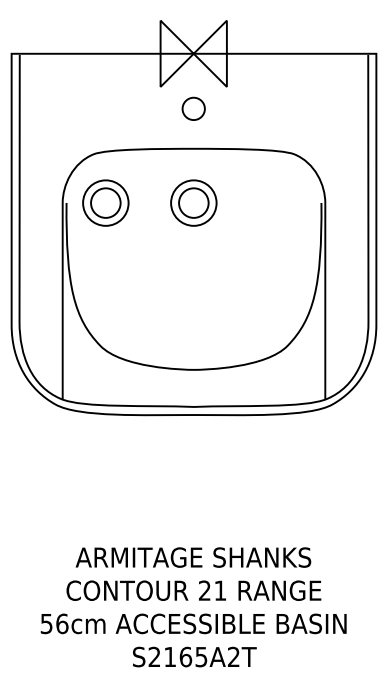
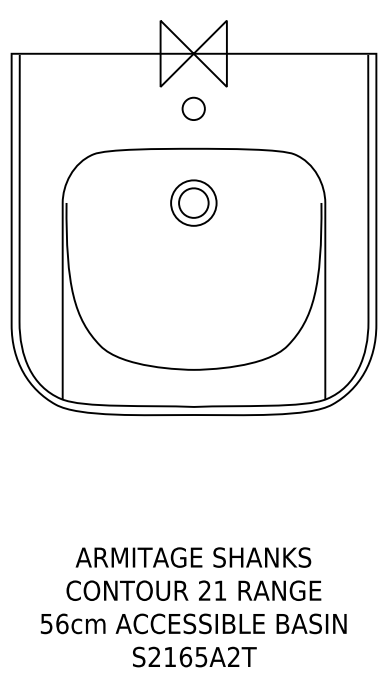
part at (105, 202): present -> none
